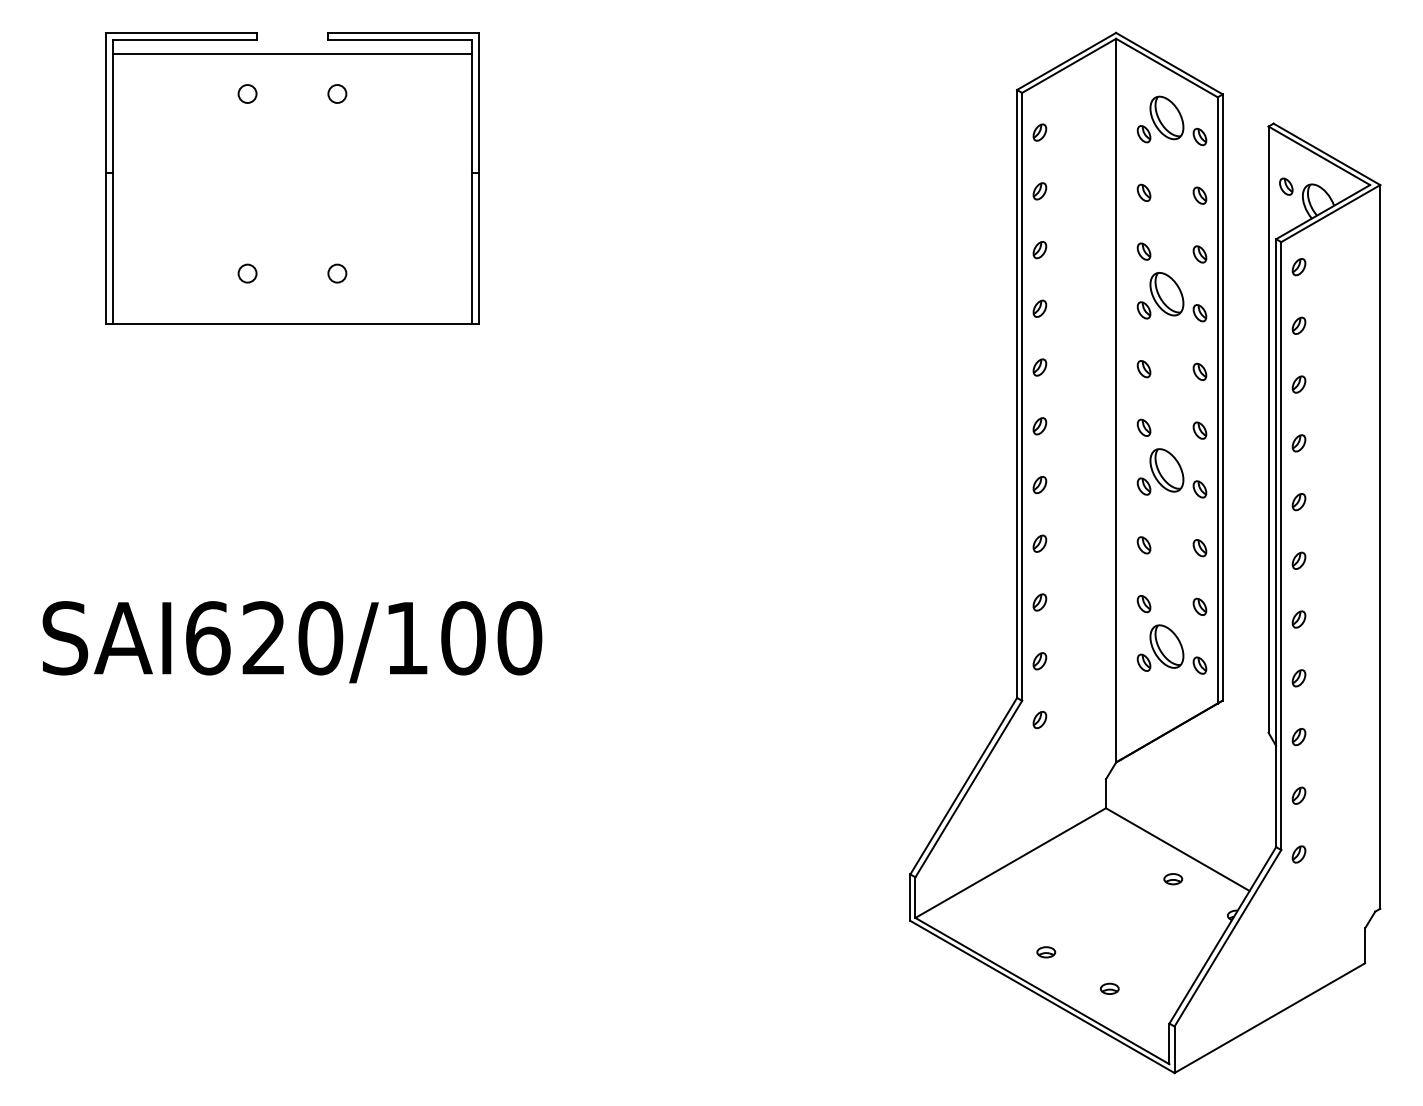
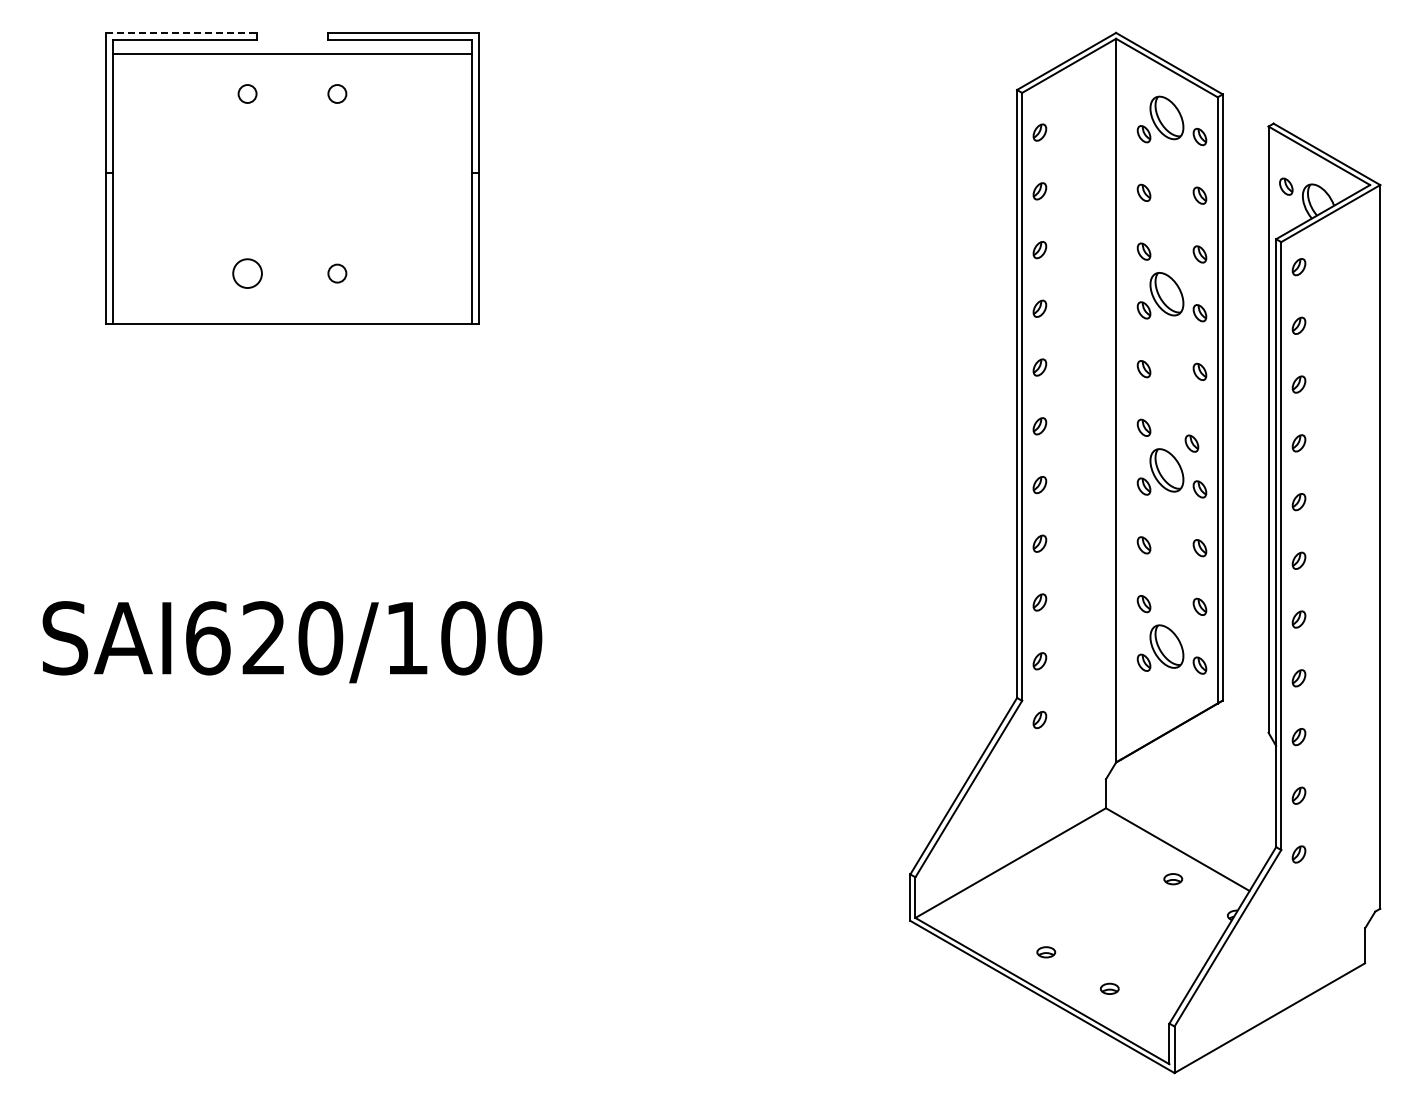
line at (181, 32): solid -> dashed
circle at (247, 273) diameter: 18 px -> 29 px
part at (1199, 430) position: (1199, 430) -> (1191, 443)
